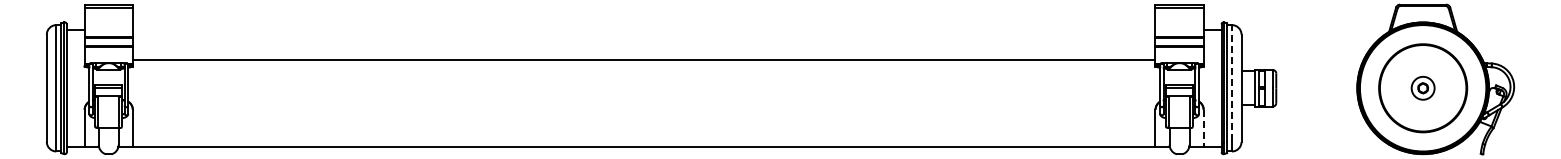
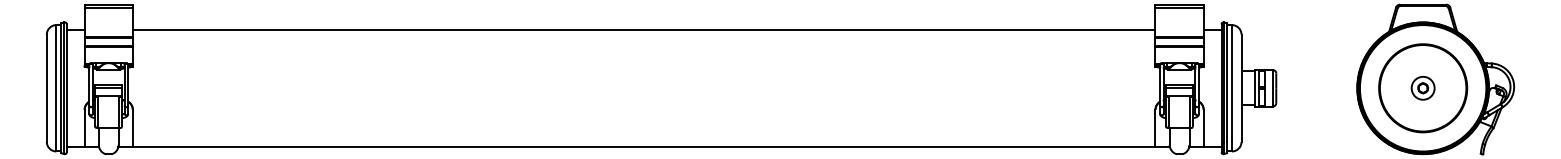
line at (643, 60) position: (643, 60) -> (643, 30)
line at (1231, 82): dashed -> solid
line at (1203, 128): dashed -> solid
